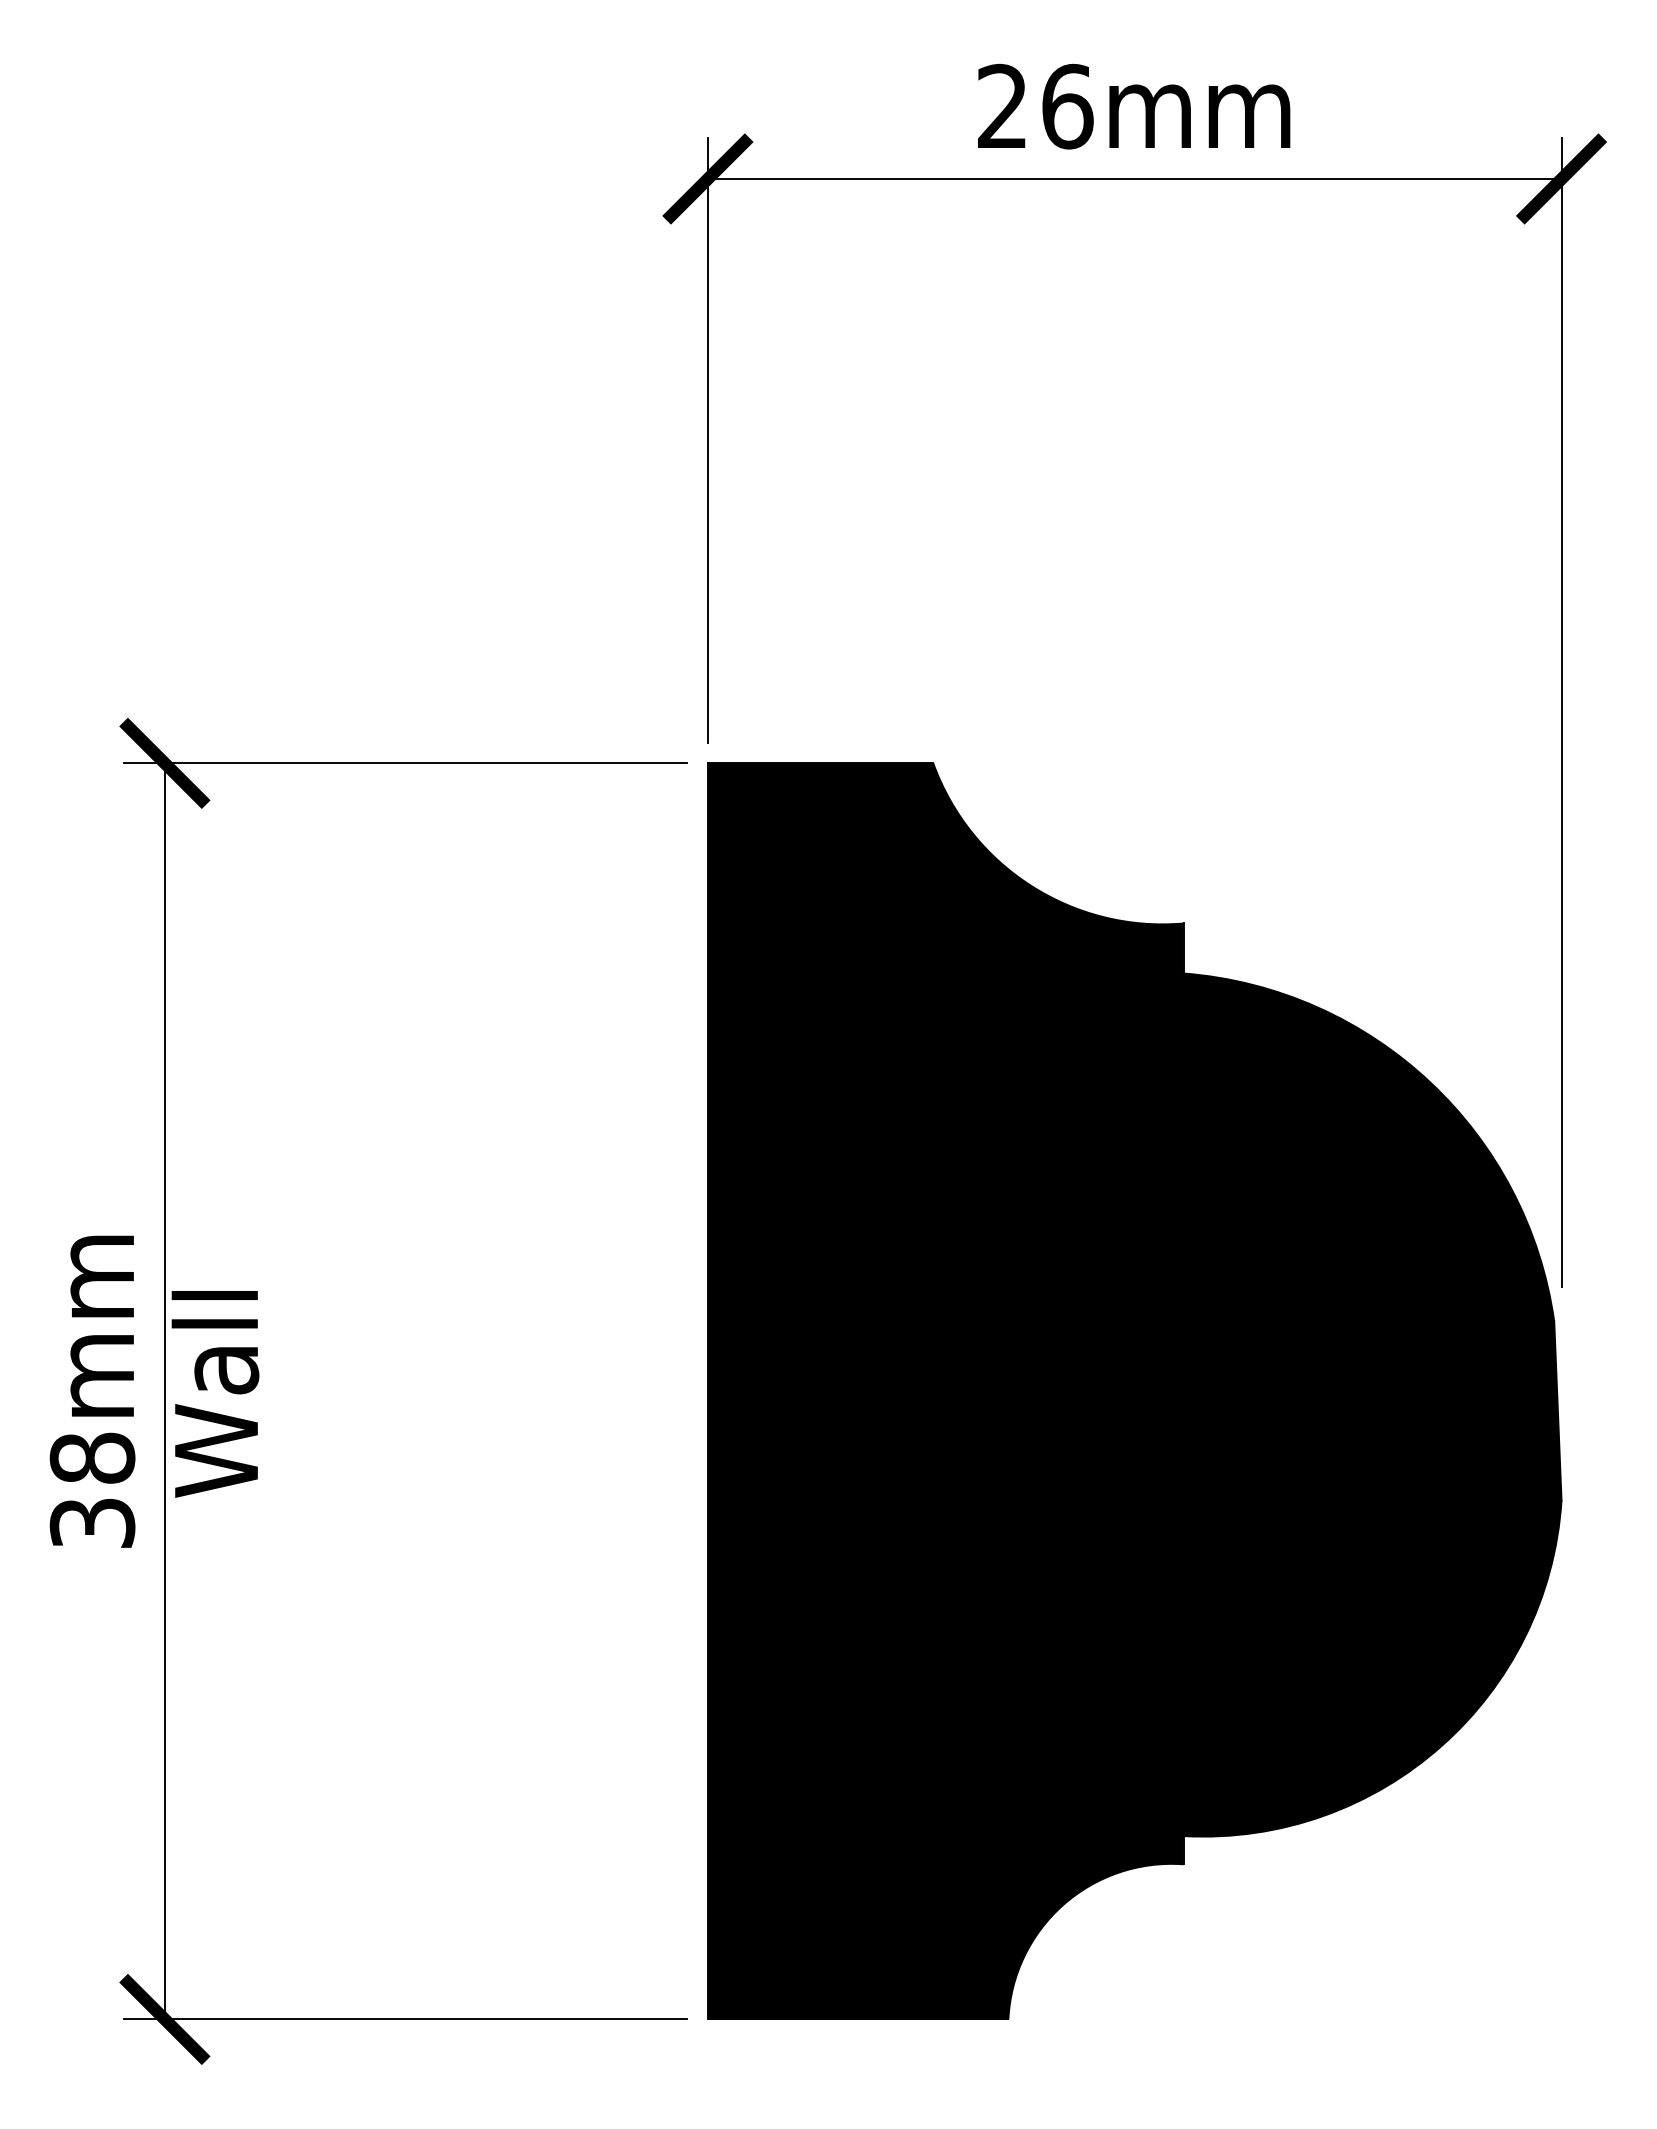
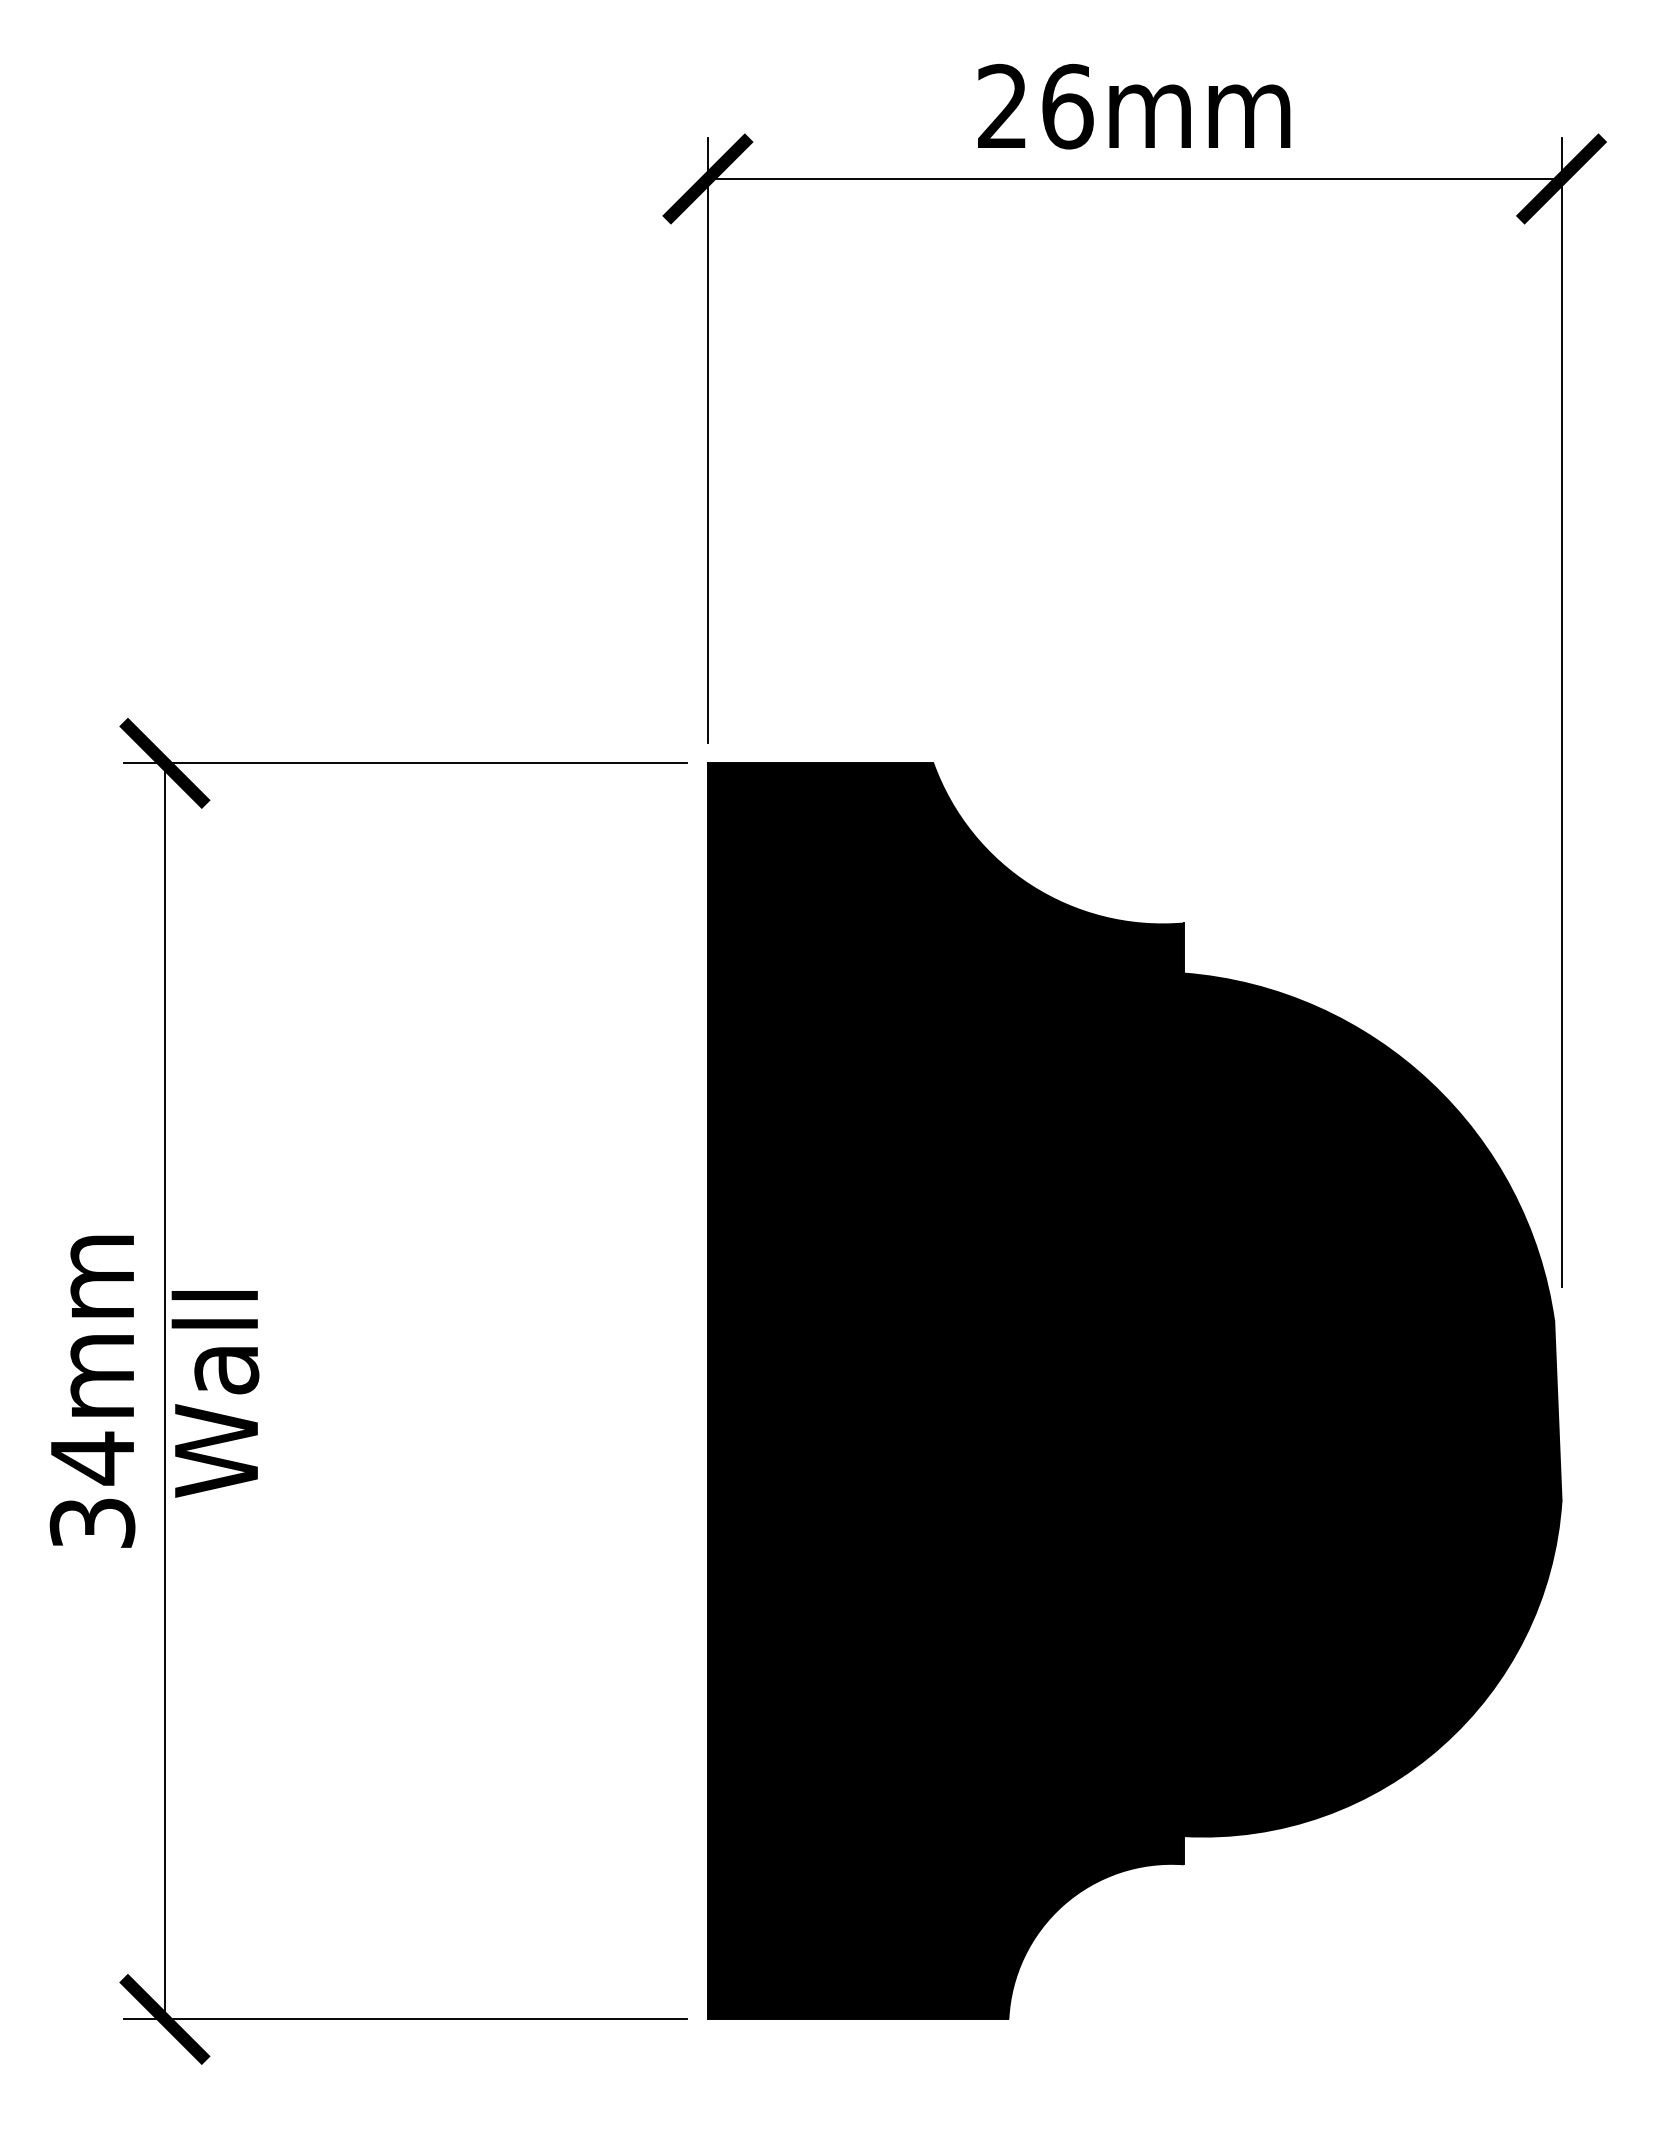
text at (92, 1458): 38mm -> 34mm
